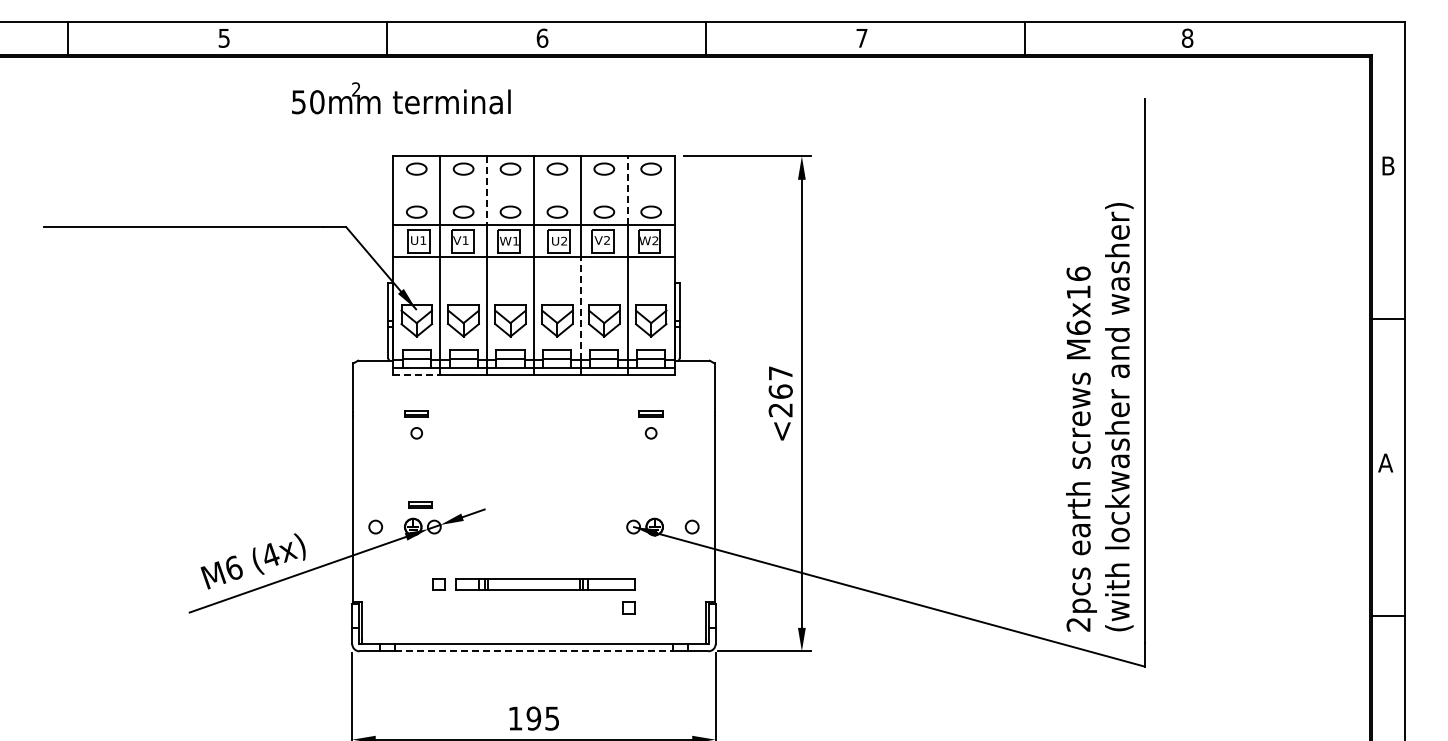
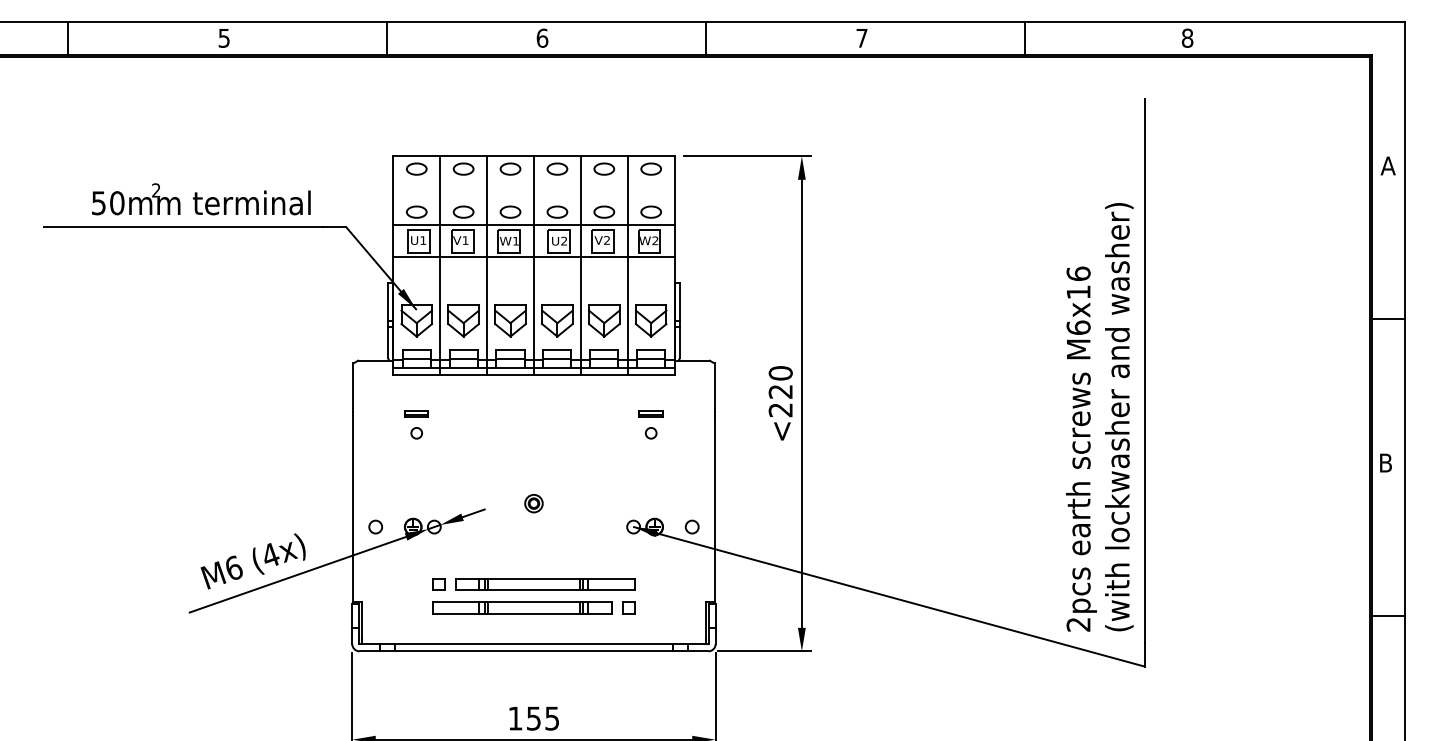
text at (401, 98) position: (401, 98) -> (201, 199)
text at (1387, 165): B -> A
line at (627, 190): dashed -> solid
line at (487, 191): dashed -> solid
line at (580, 307): dashed -> solid
line at (417, 375): dashed -> solid
text at (780, 382): <267 -> <220
text at (1385, 462): A -> B
part at (533, 503): none -> present
part at (420, 504): present -> none
part at (522, 607): none -> present
line at (533, 651): dashed -> solid
text at (533, 718): 195 -> 155
